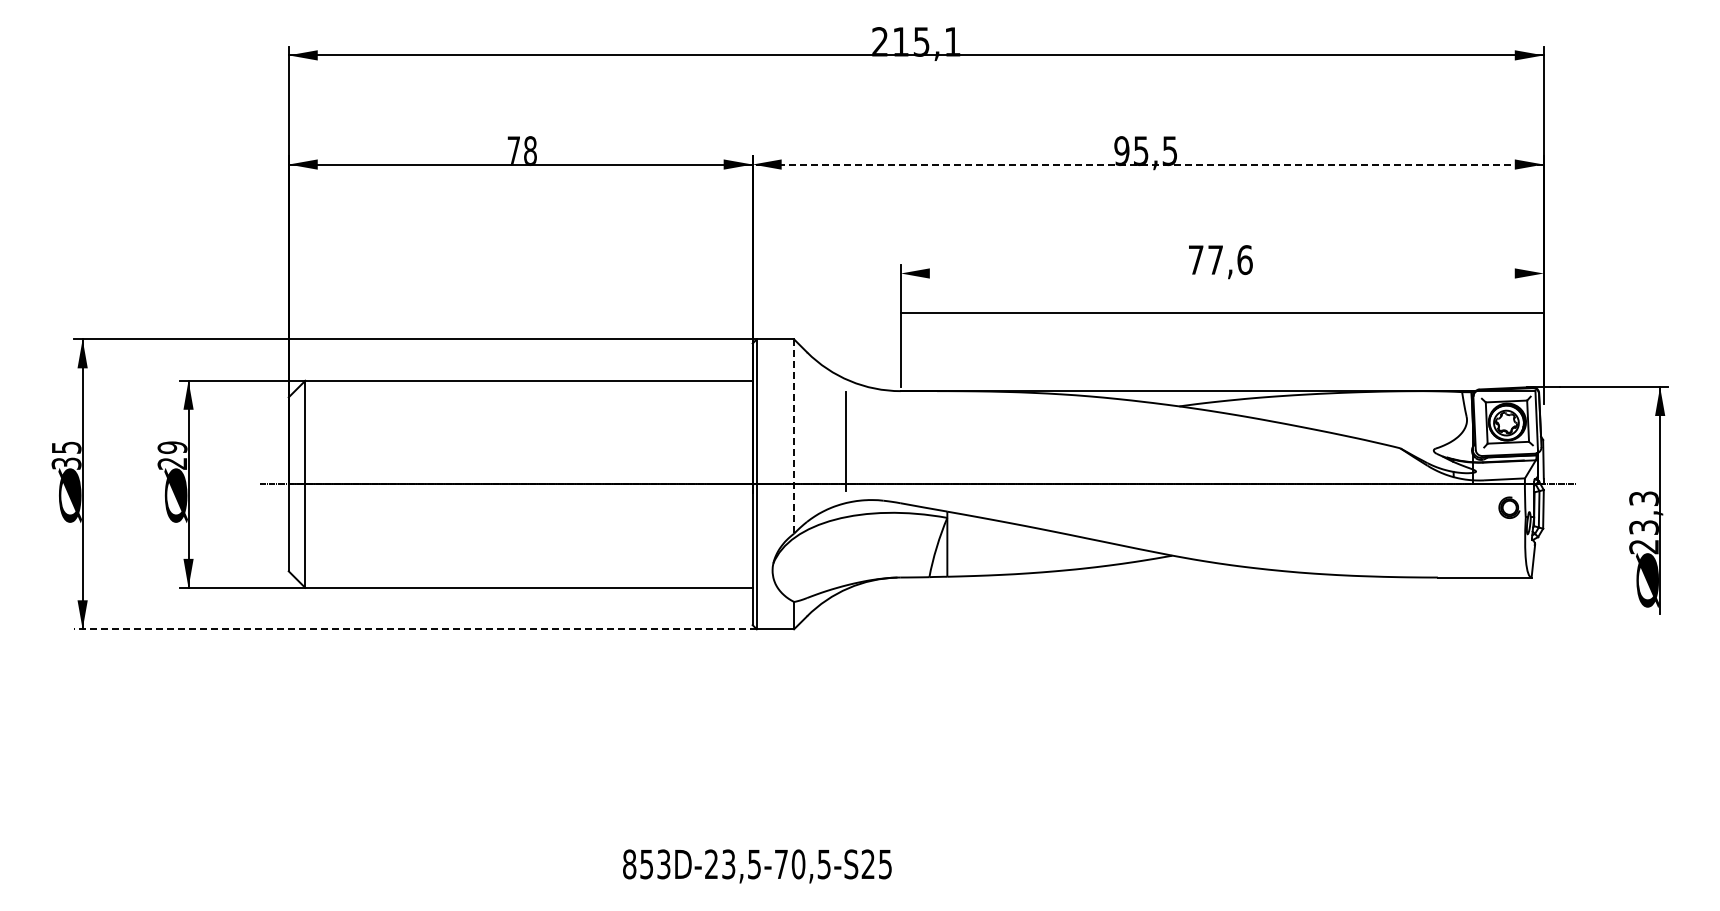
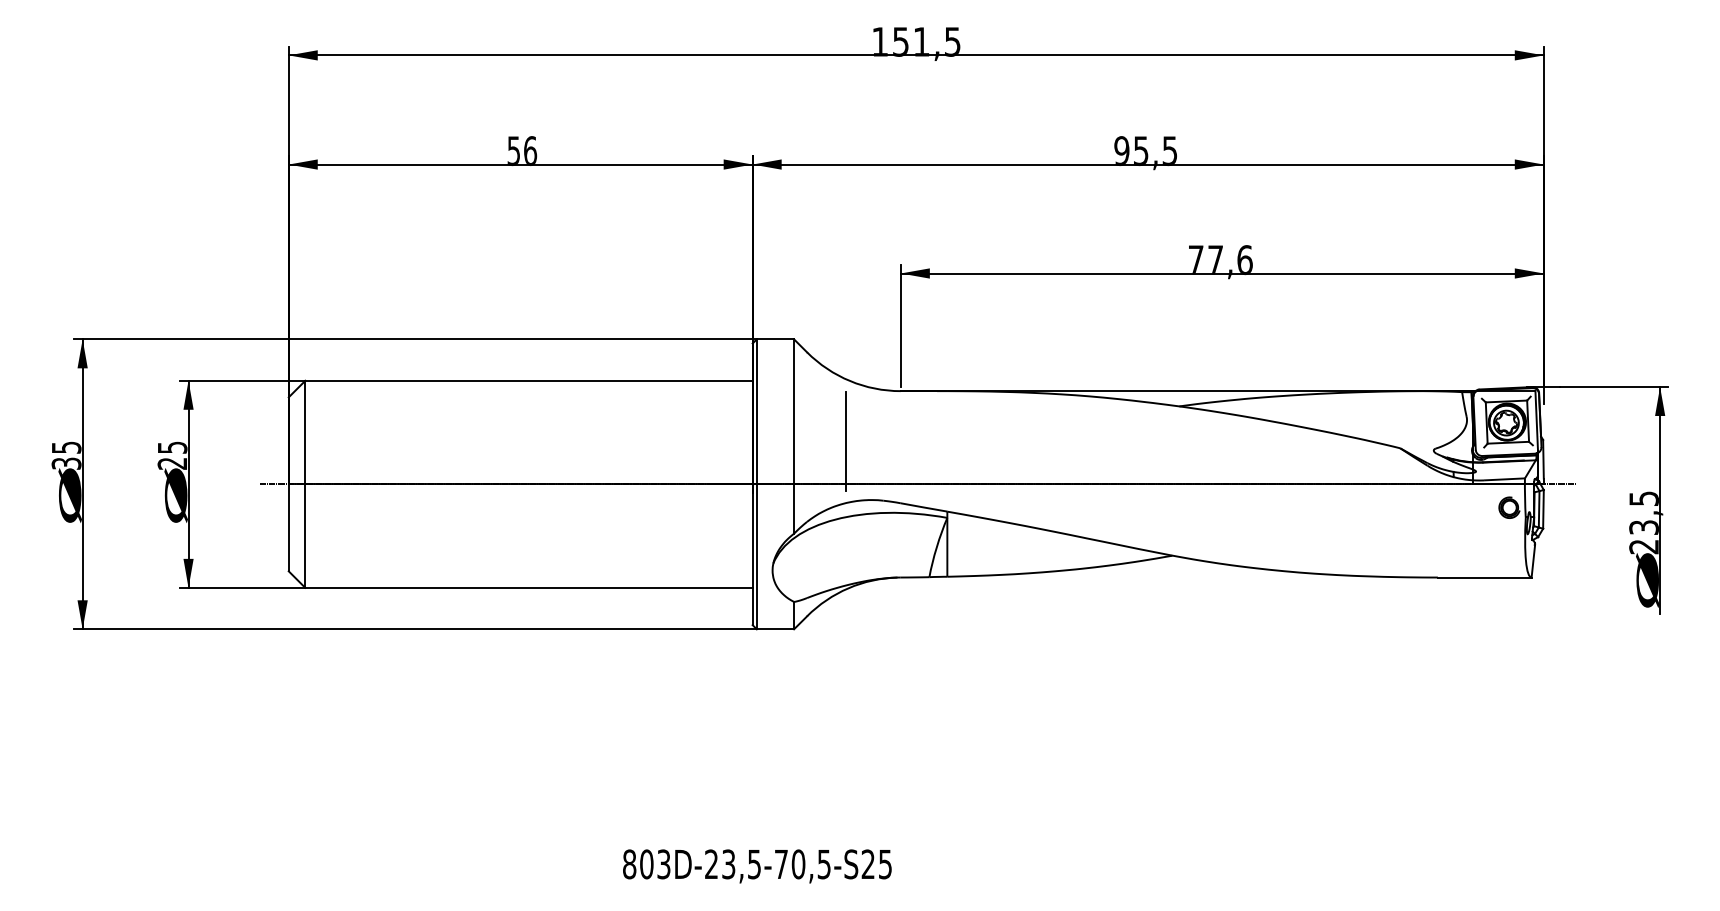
text at (916, 41): 215,1 -> 151,5
text at (522, 151): 78 -> 56
line at (1148, 164): dashed -> solid
line at (1221, 312) position: (1221, 312) -> (1221, 273)
line at (794, 437): dashed -> solid
text at (172, 447): 29 -> 25
text at (1643, 498): 23,3 -> 23,5
line at (415, 629): dashed -> solid
text at (646, 864): 853D-23,5-70,5-S25 -> 803D-23,5-70,5-S25
